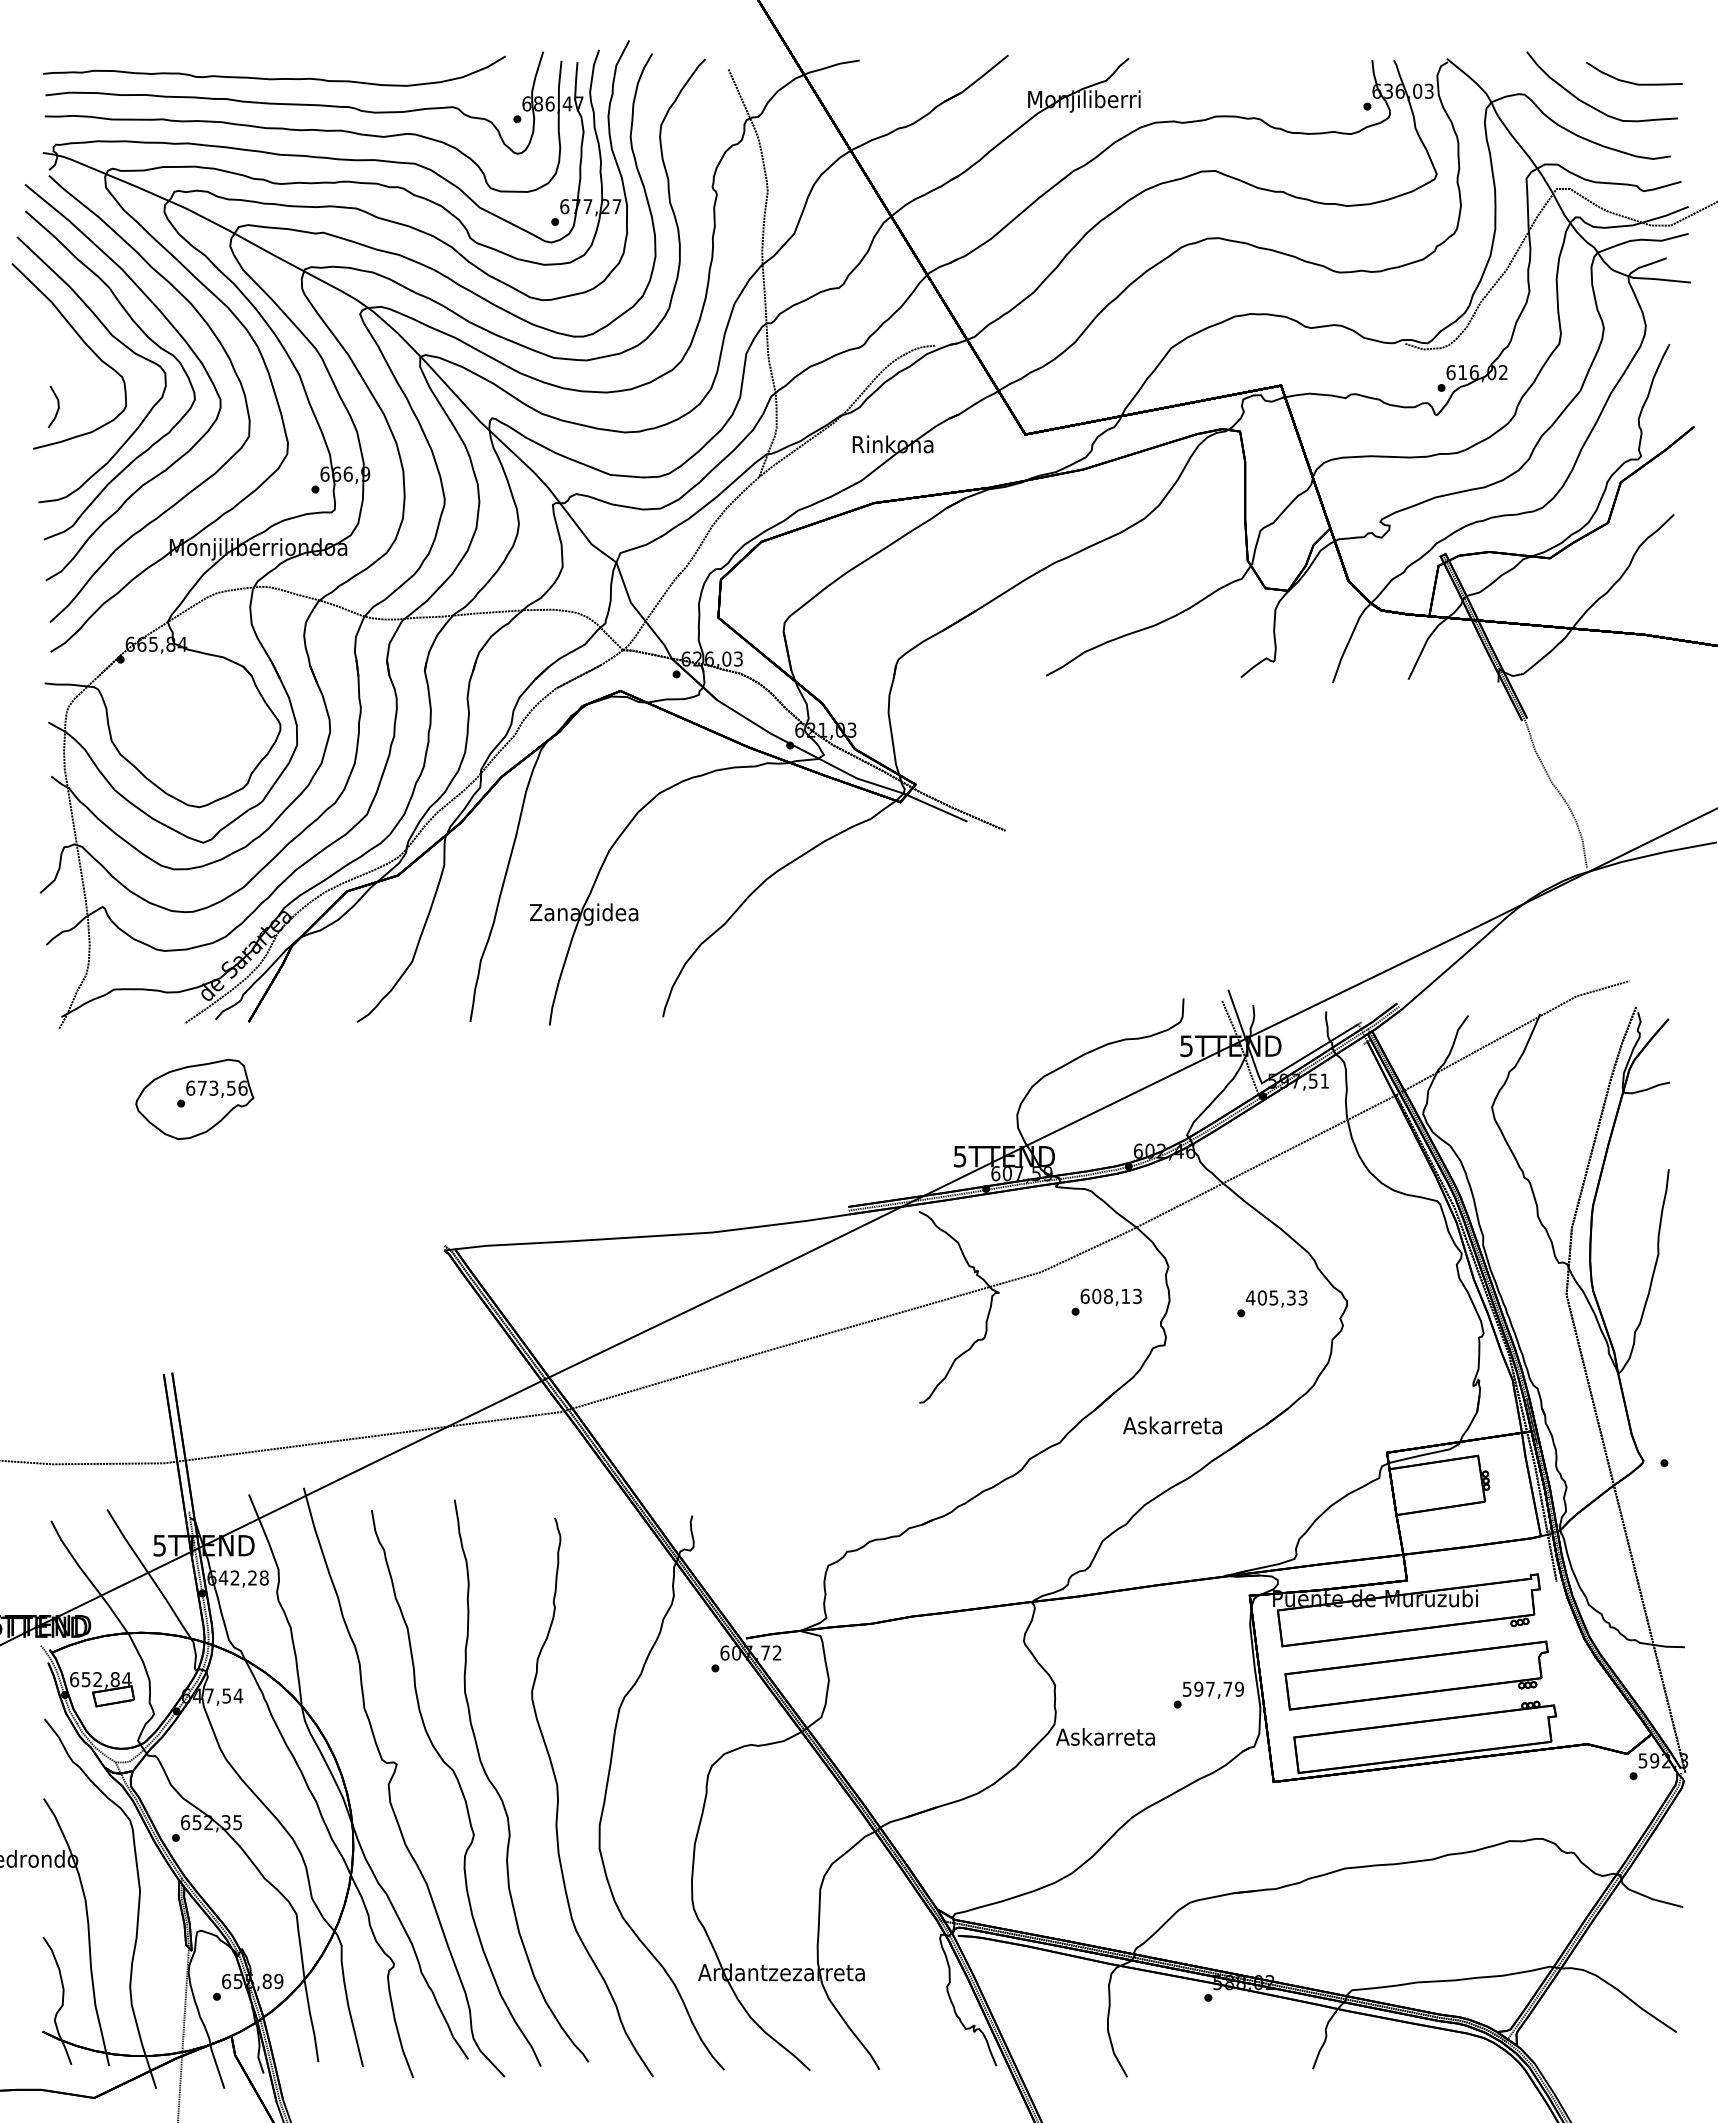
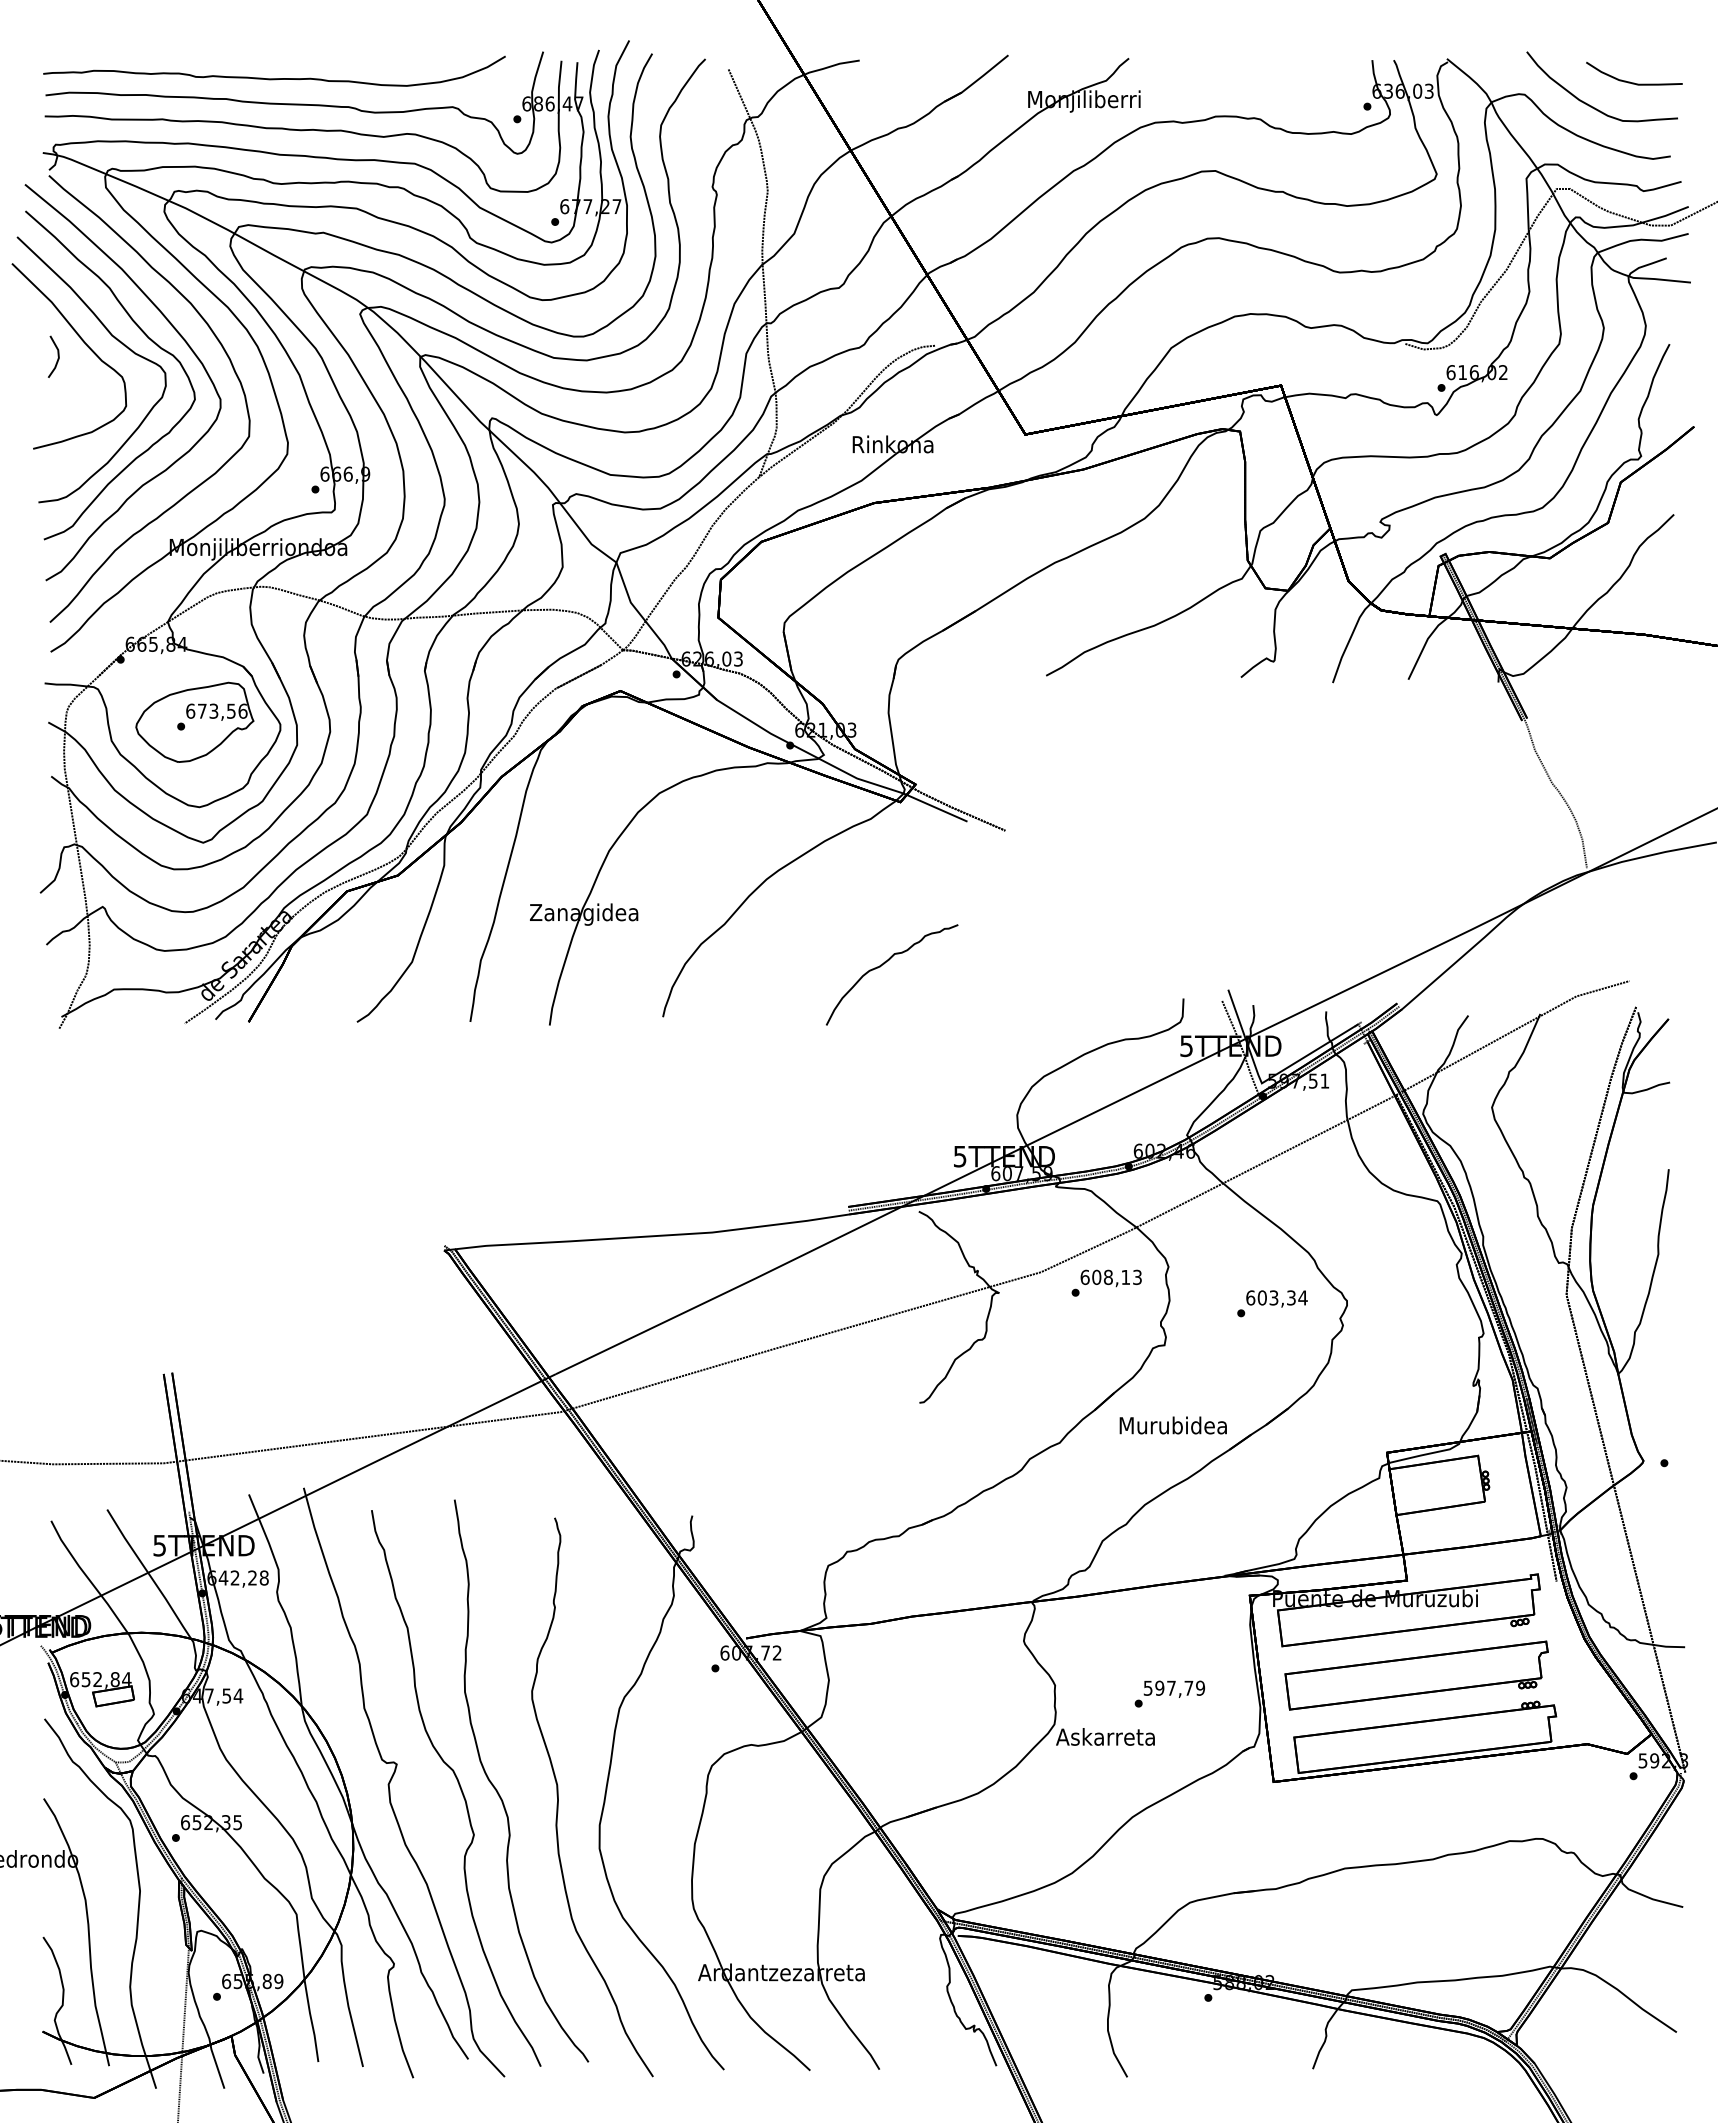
line at (57, 406) position: (57, 406) -> (57, 356)
part at (884, 964): none -> present
part at (194, 1098) position: (194, 1098) -> (194, 721)
text at (1276, 1297): 405,33 -> 603,34
text at (1106, 1301) position: (1106, 1301) -> (1106, 1282)
text at (1172, 1425): Askarreta -> Murubidea
text at (1208, 1694) position: (1208, 1694) -> (1169, 1693)
